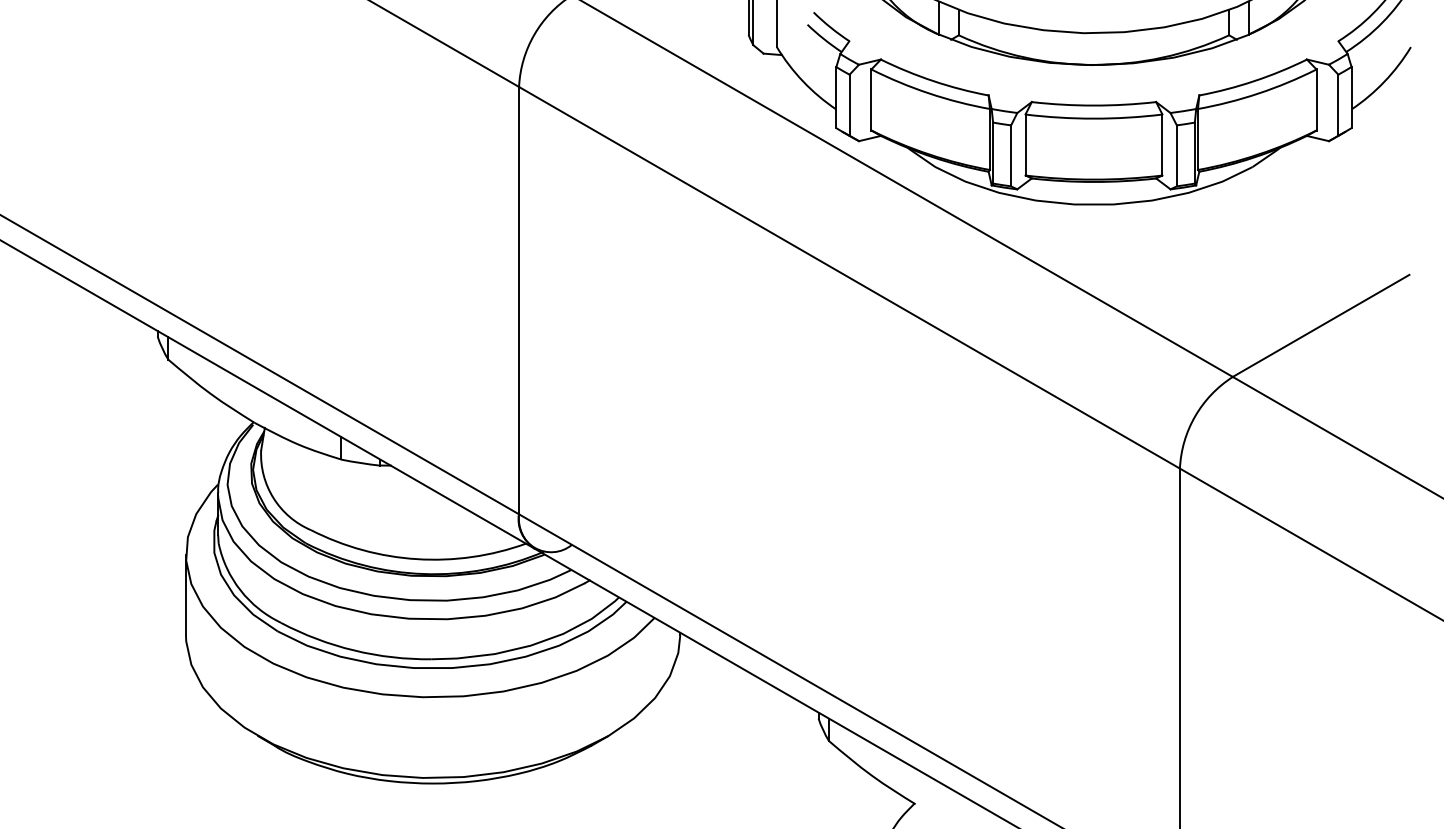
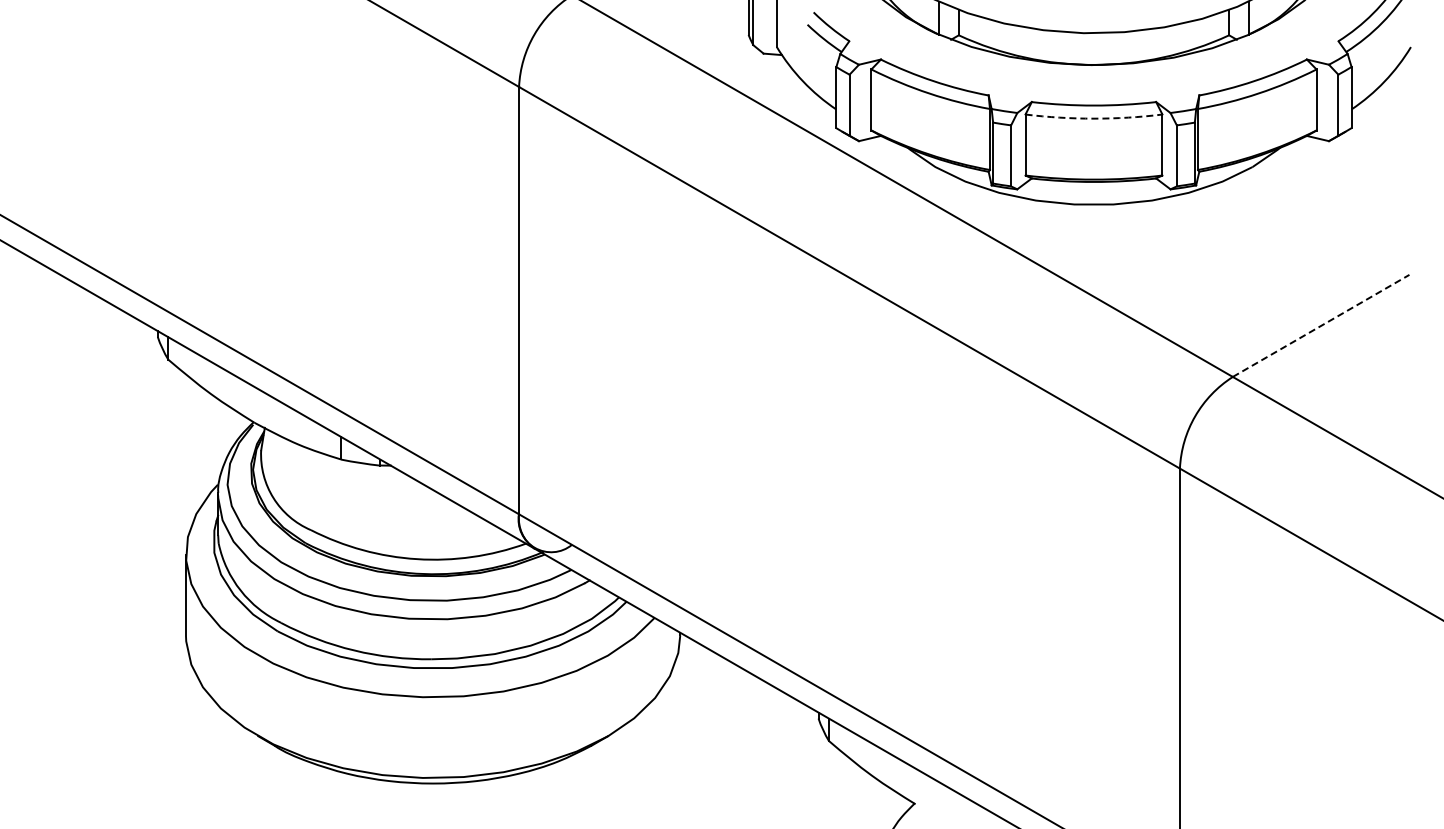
arc at (1093, 118): solid -> dashed
line at (1321, 325): solid -> dashed
